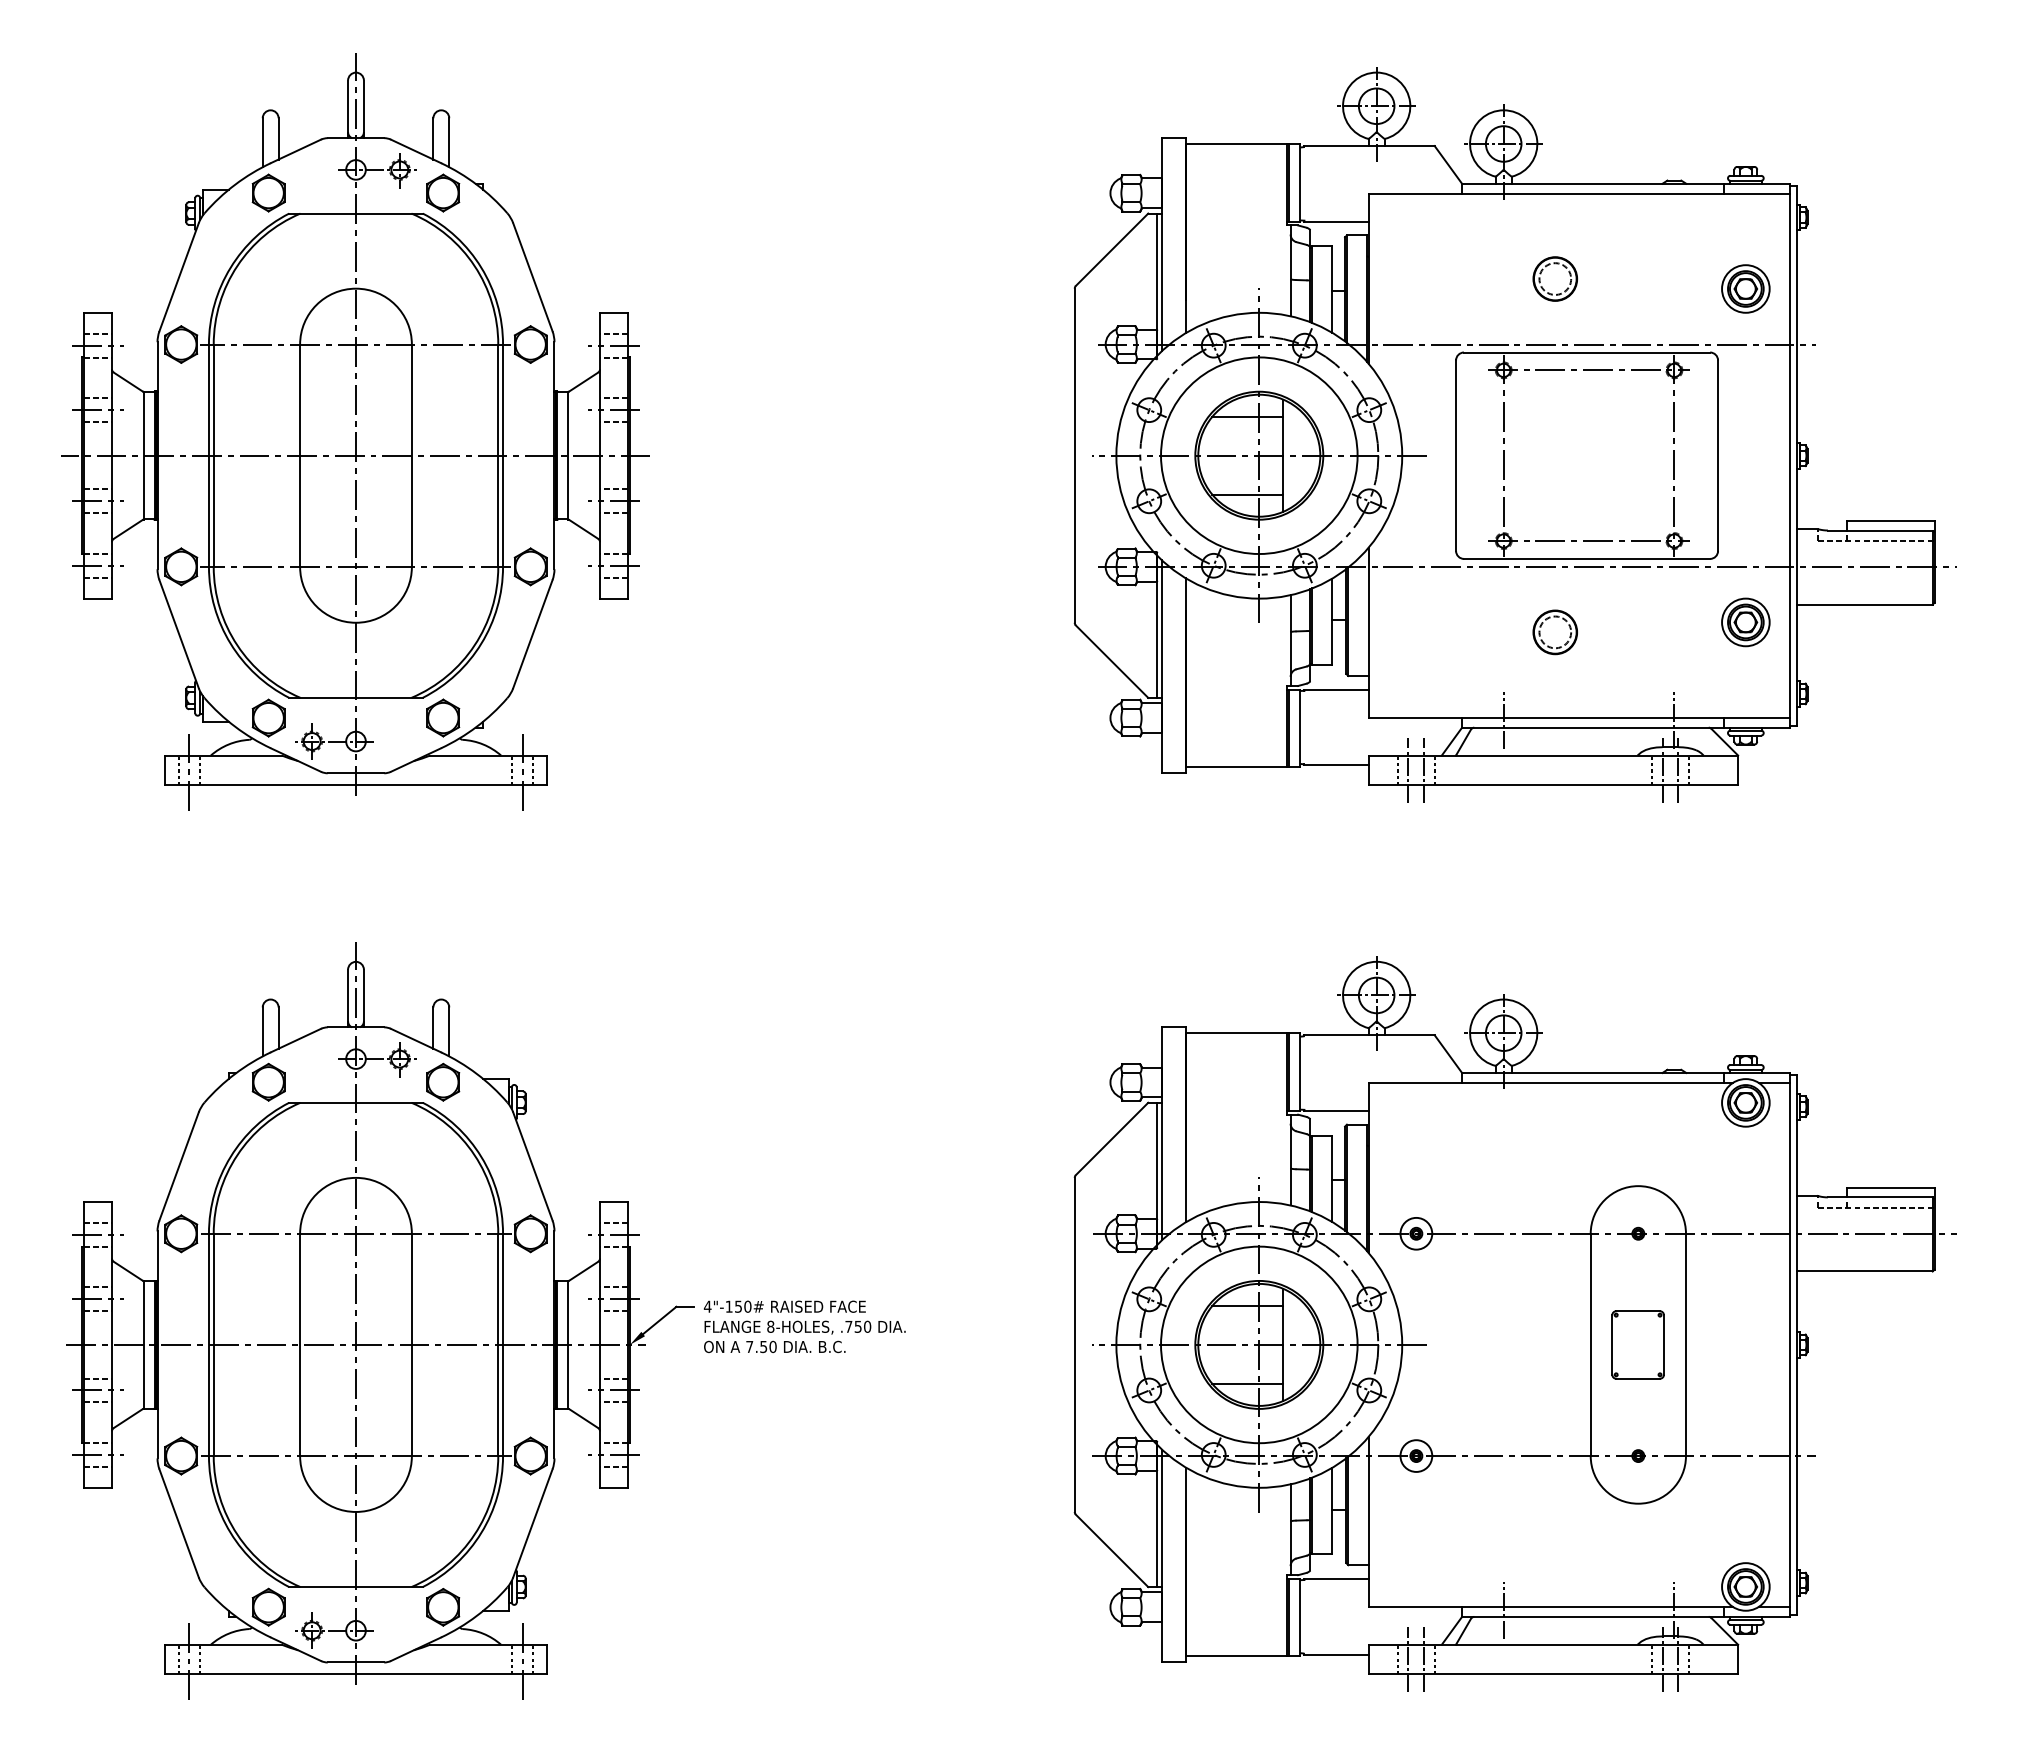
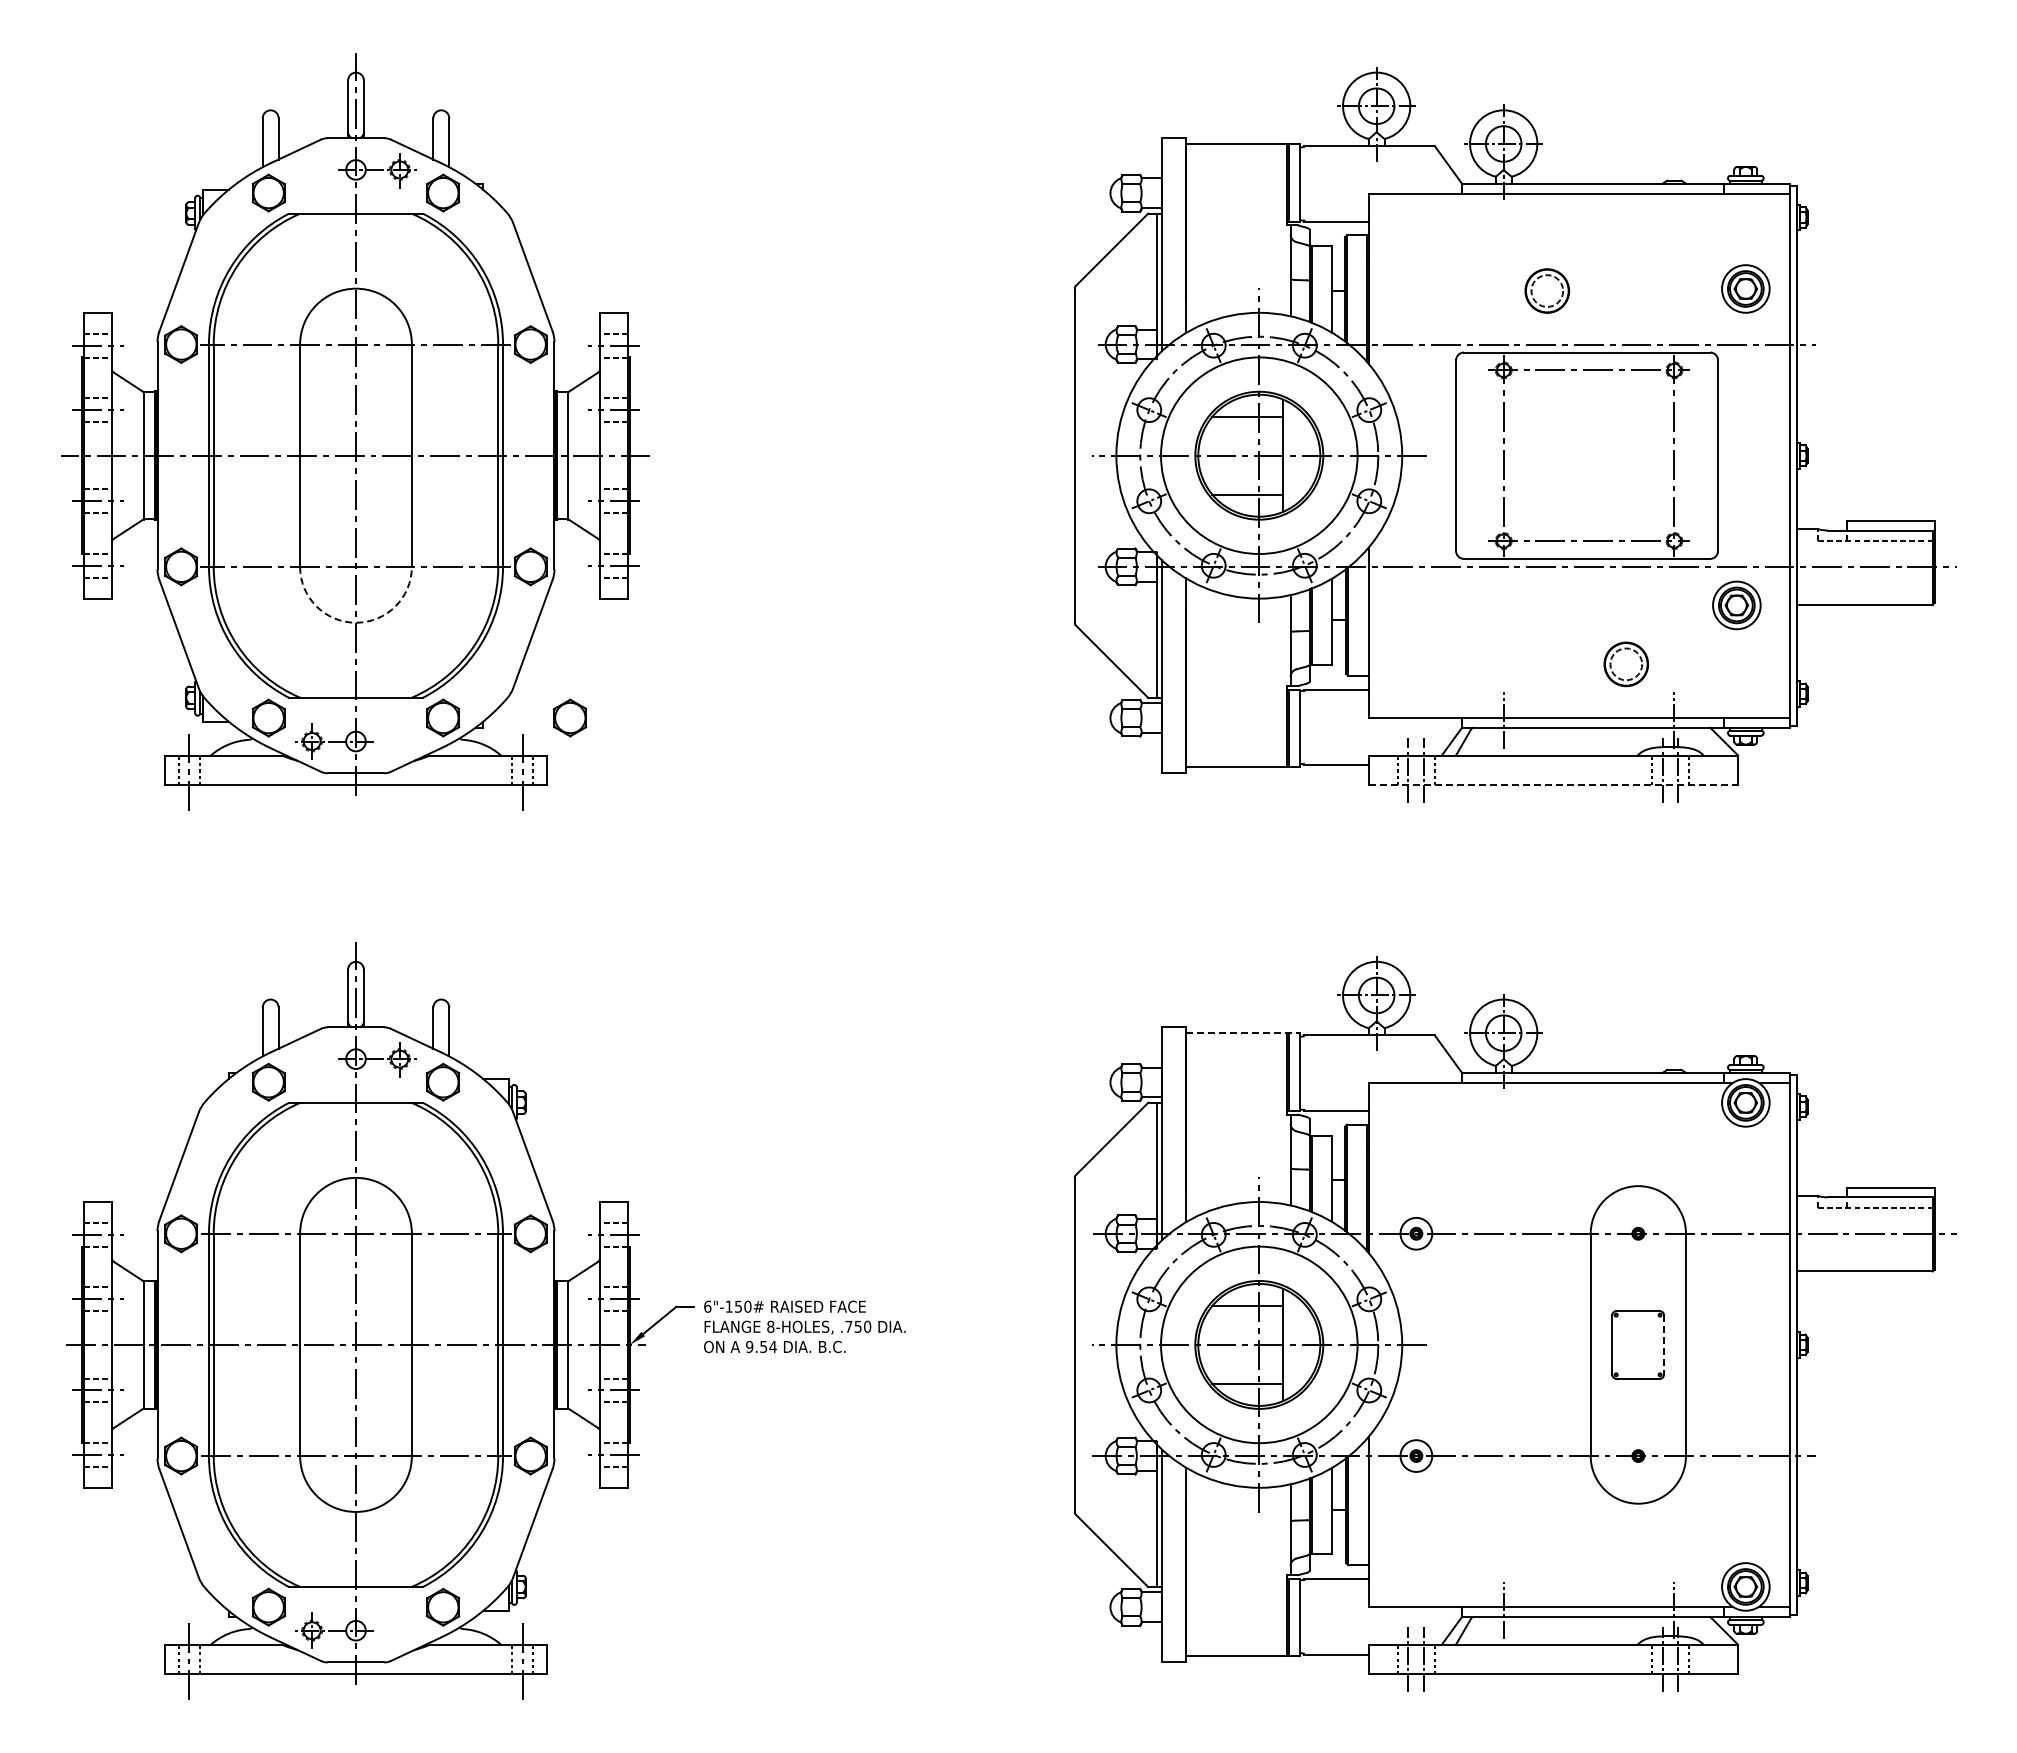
part at (1554, 278) position: (1554, 278) -> (1546, 290)
arc at (356, 622): solid -> dashed
part at (1745, 622) position: (1745, 622) -> (1736, 605)
part at (1554, 632) position: (1554, 632) -> (1625, 664)
part at (570, 717): none -> present
line at (1553, 785): solid -> dashed
line at (1243, 1033): solid -> dashed
text at (707, 1306): 4"-150# -> 6"-150#
line at (1664, 1344): solid -> dashed
text at (761, 1346): 7.50 -> 9.54
